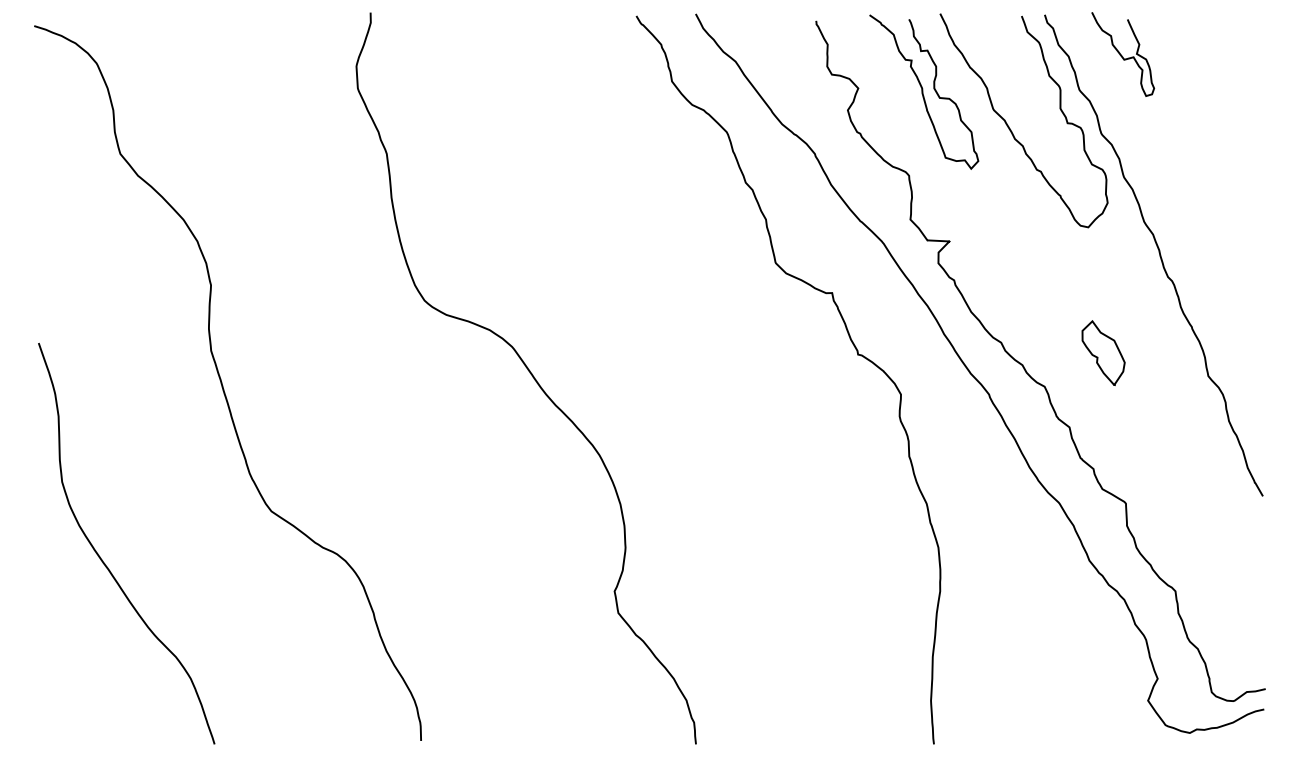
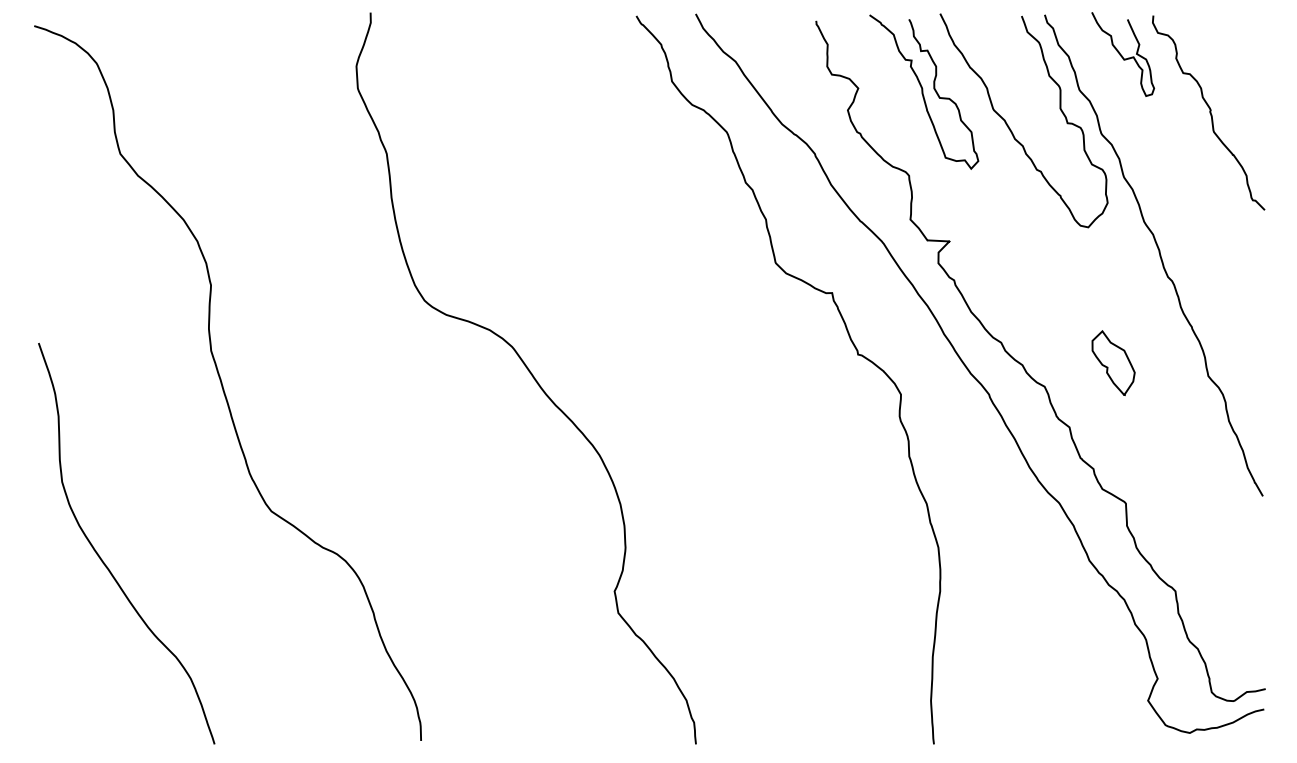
curve at (1209, 112): none -> present
part at (1103, 352) position: (1103, 352) -> (1113, 362)
